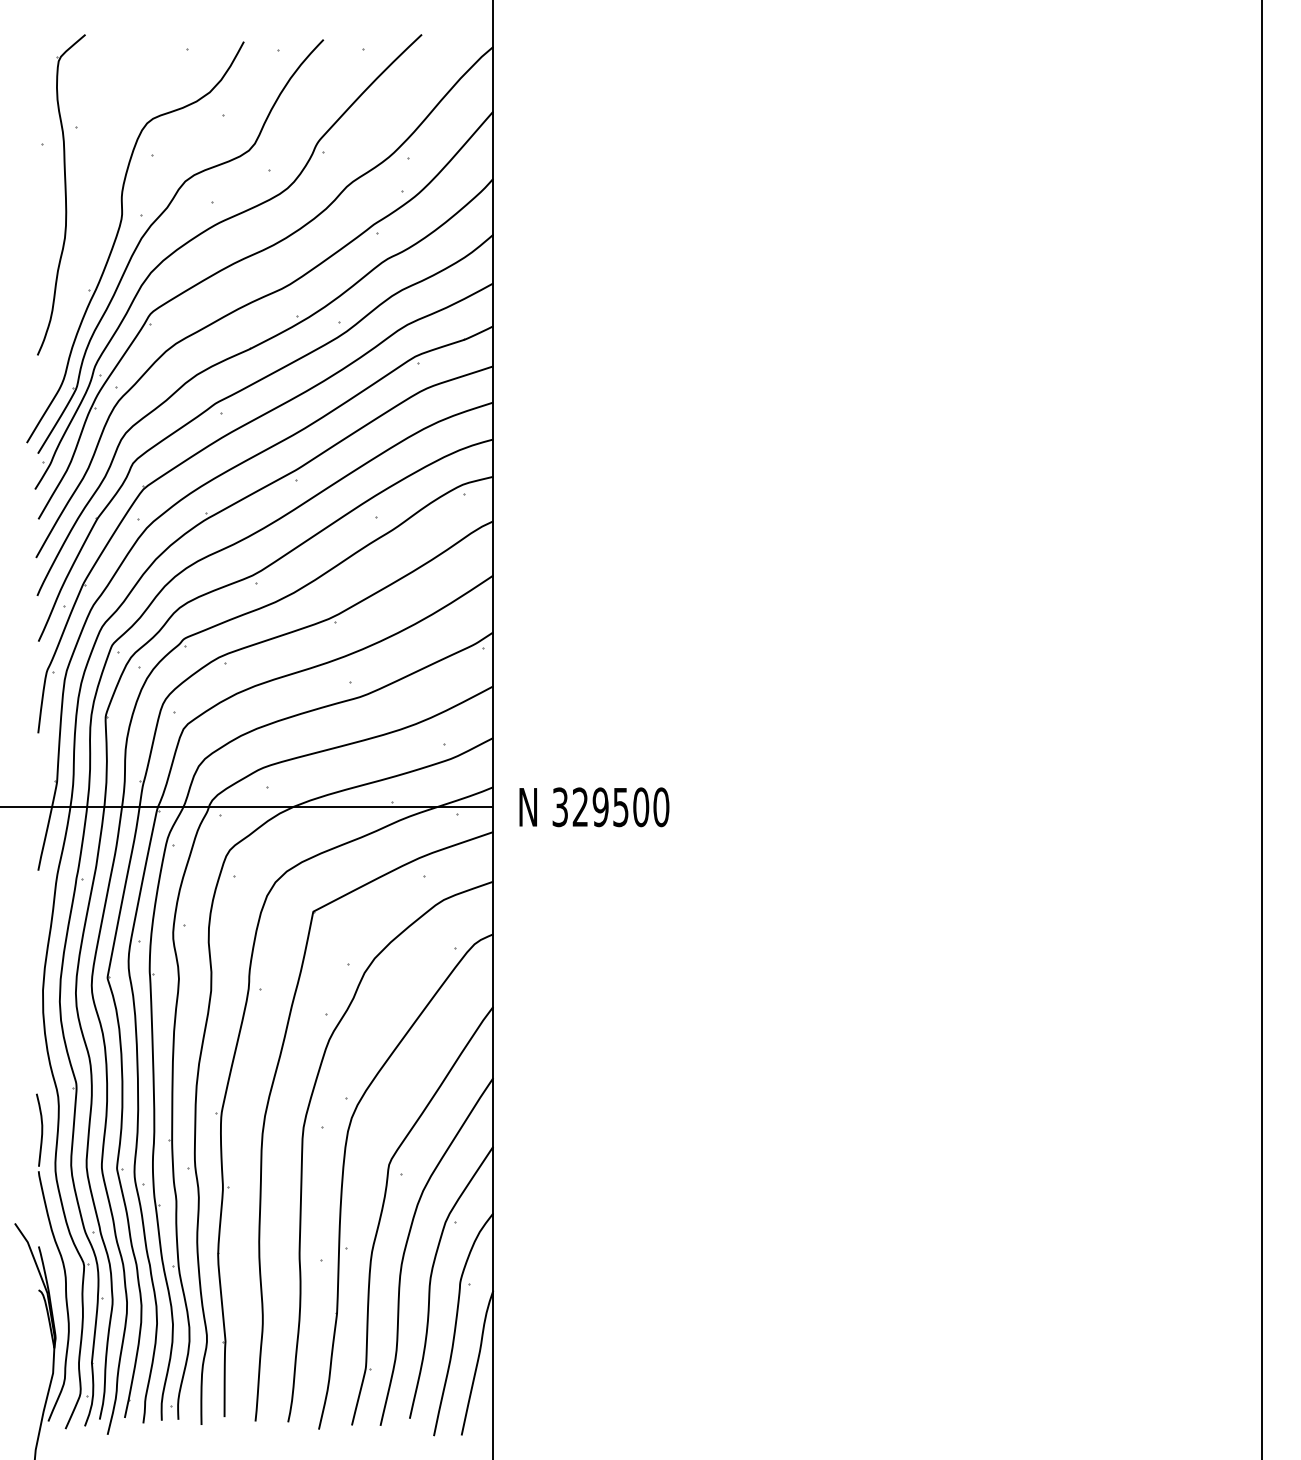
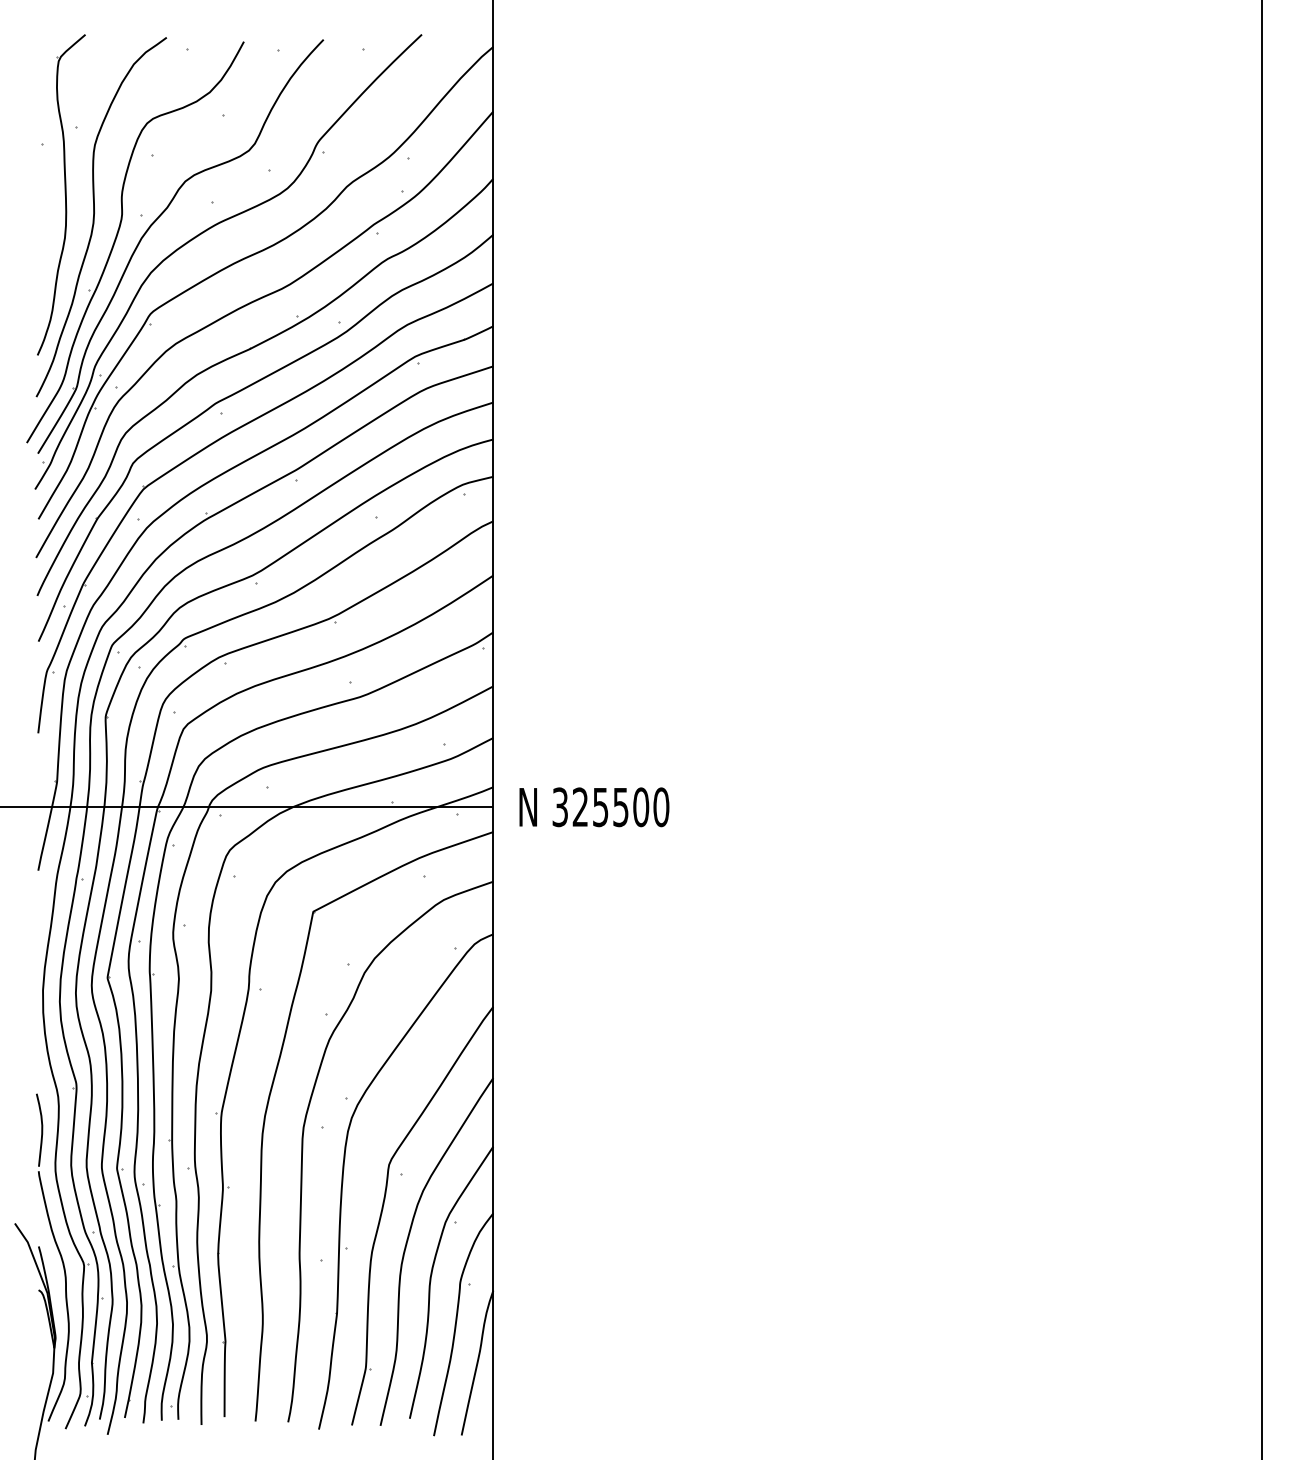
curve at (94, 217): none -> present
text at (600, 806): 329500 -> 325500
